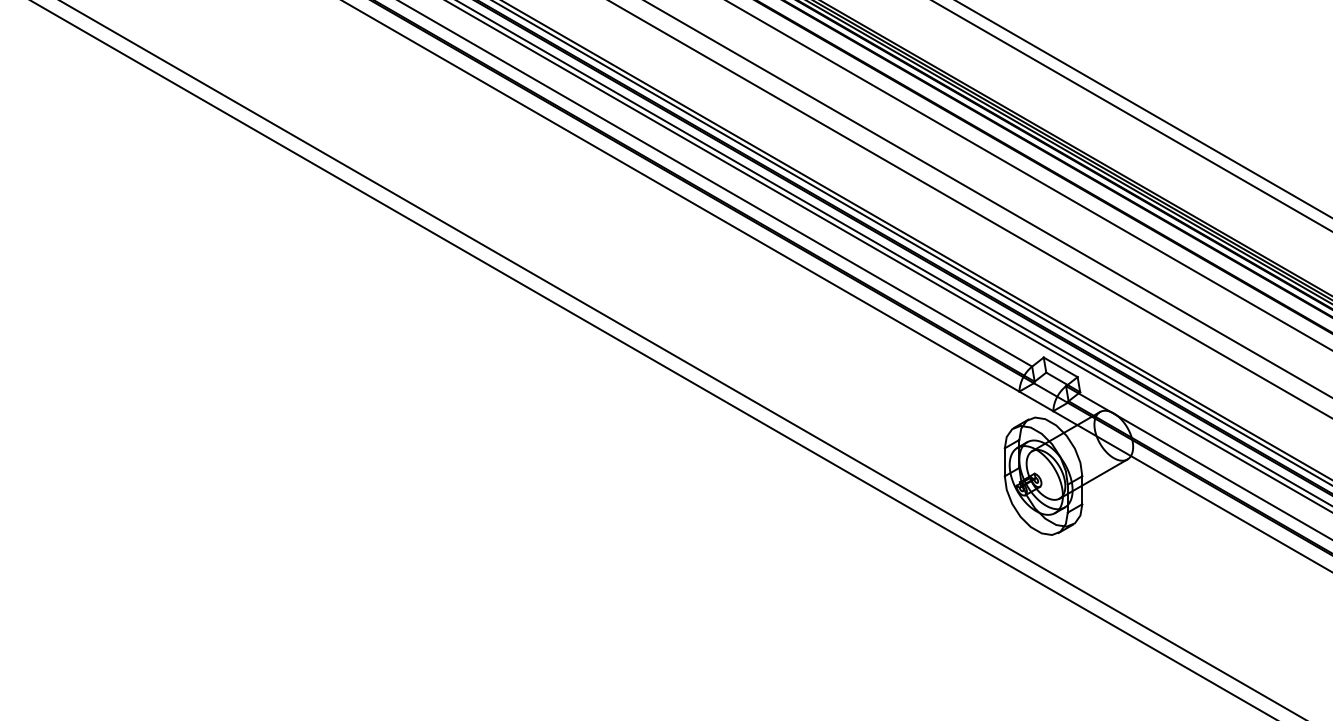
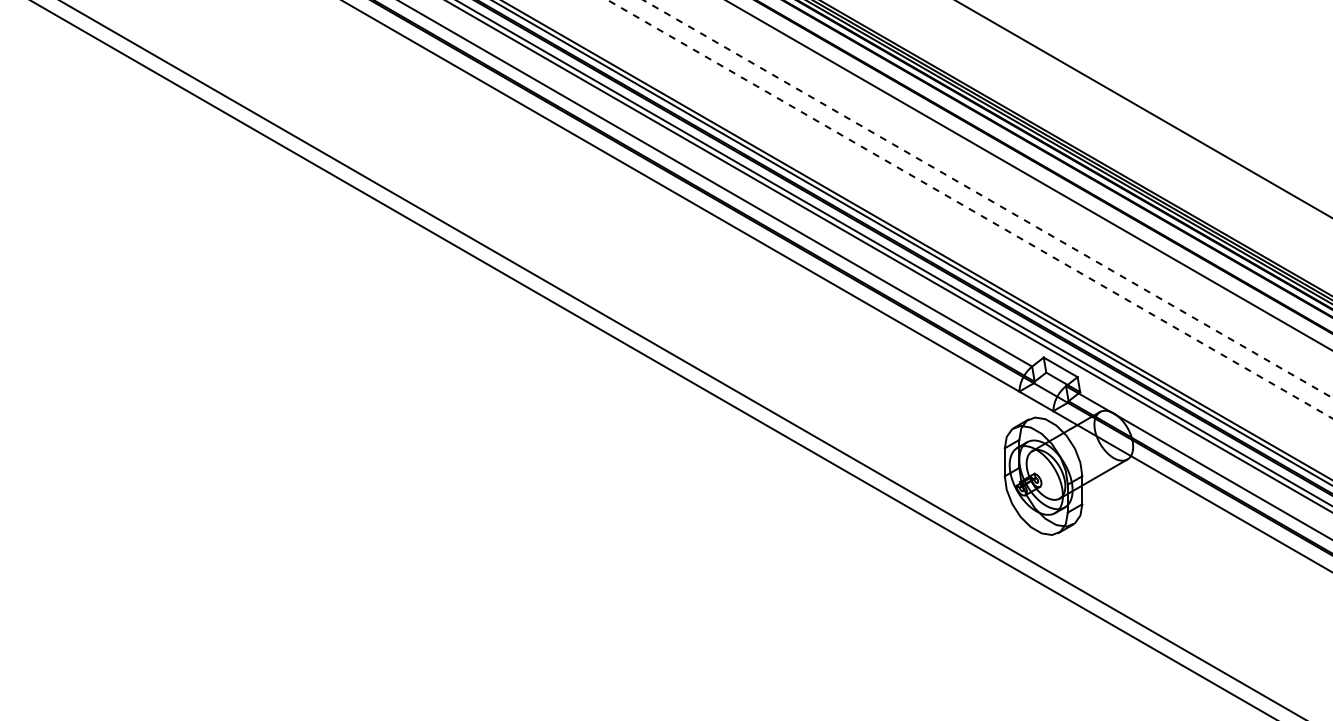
line at (1131, 116): present -> none
line at (988, 199): solid -> dashed
line at (970, 209): solid -> dashed
